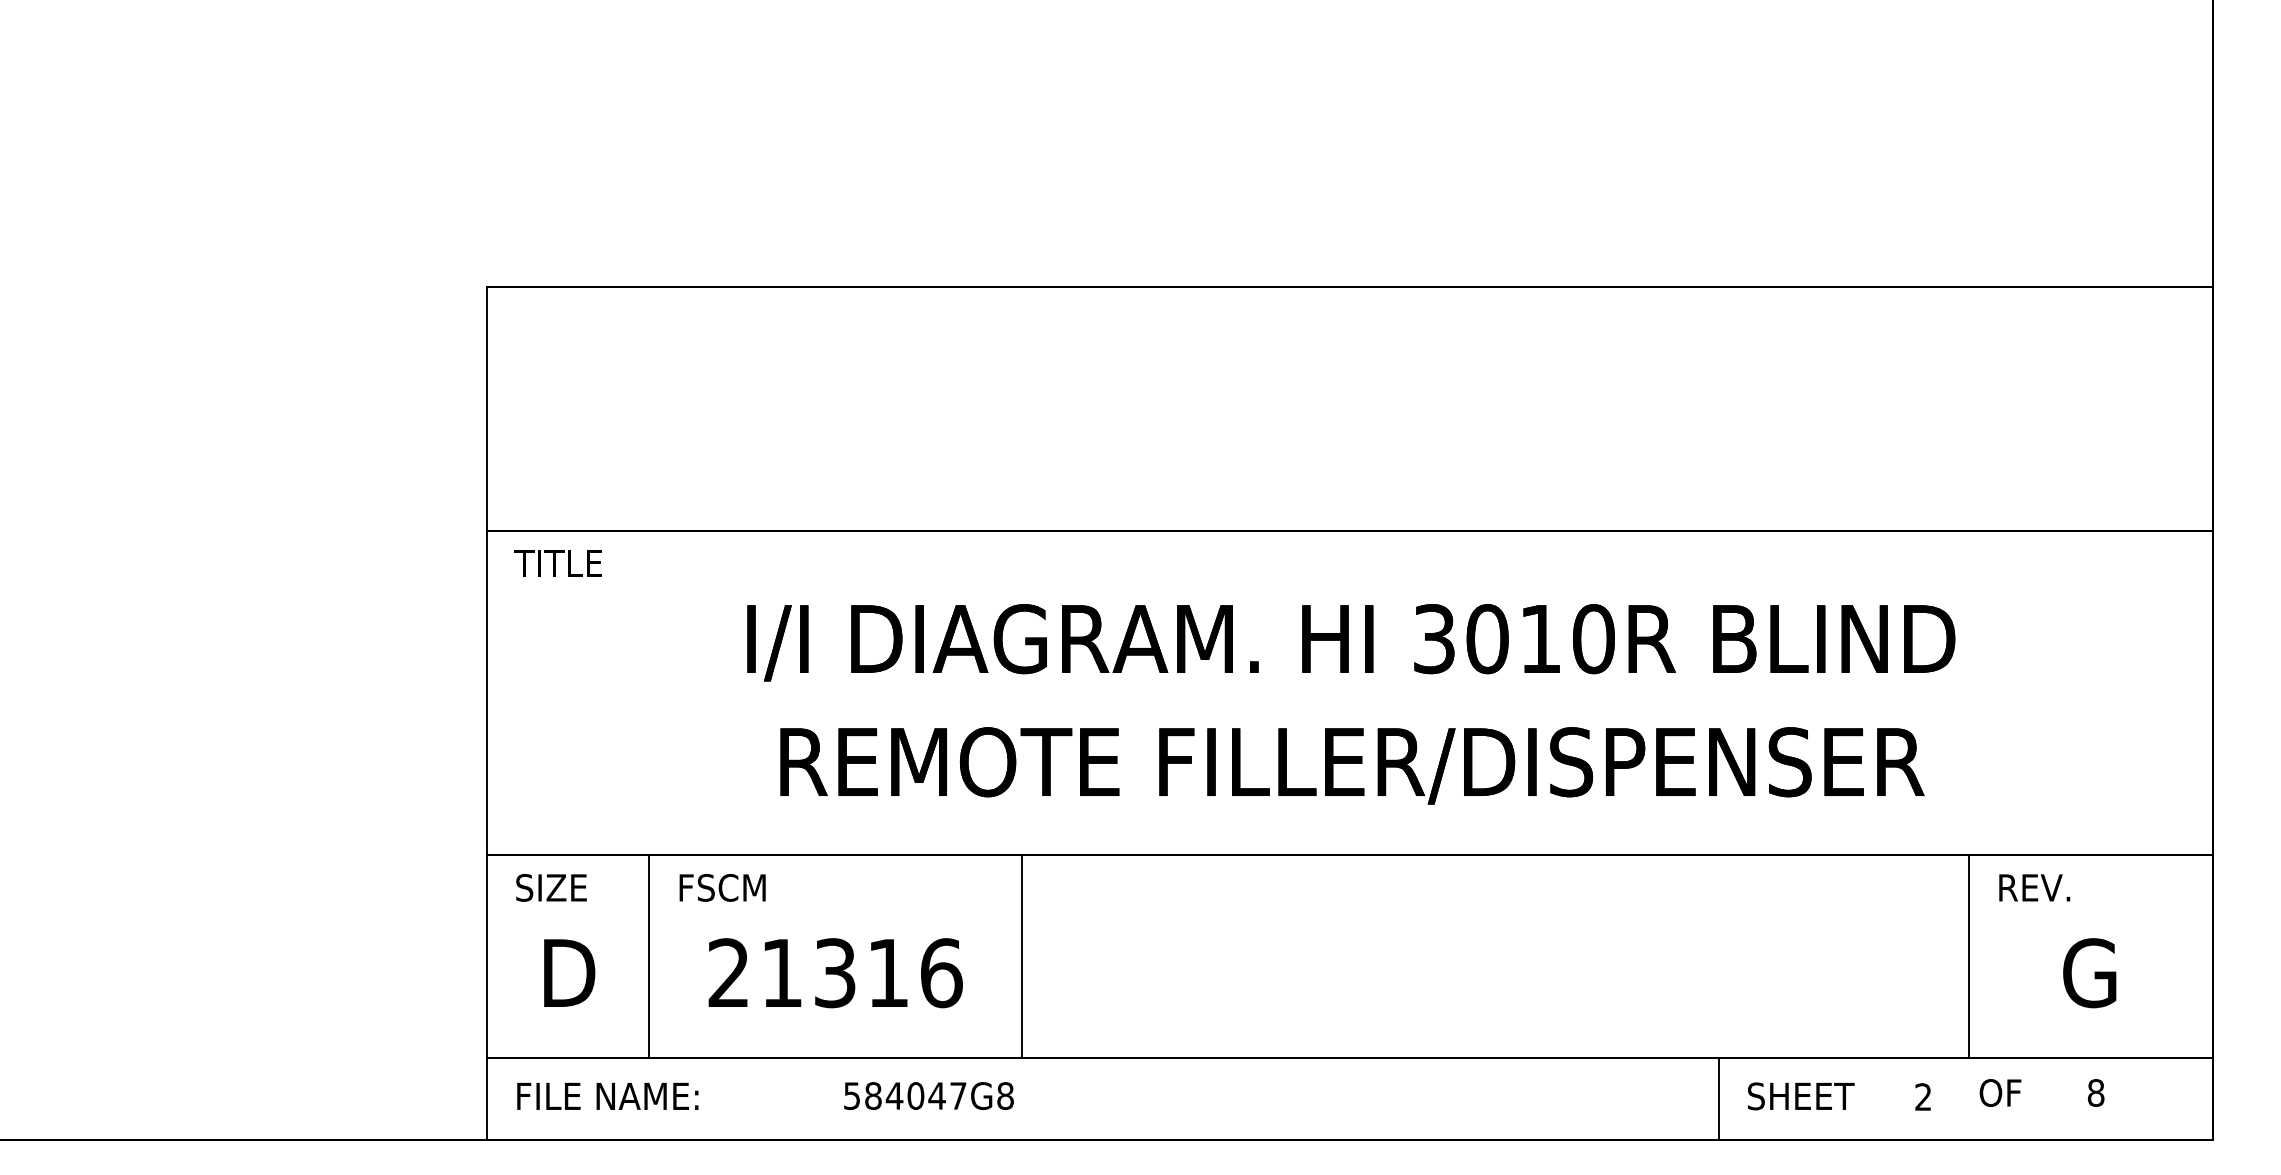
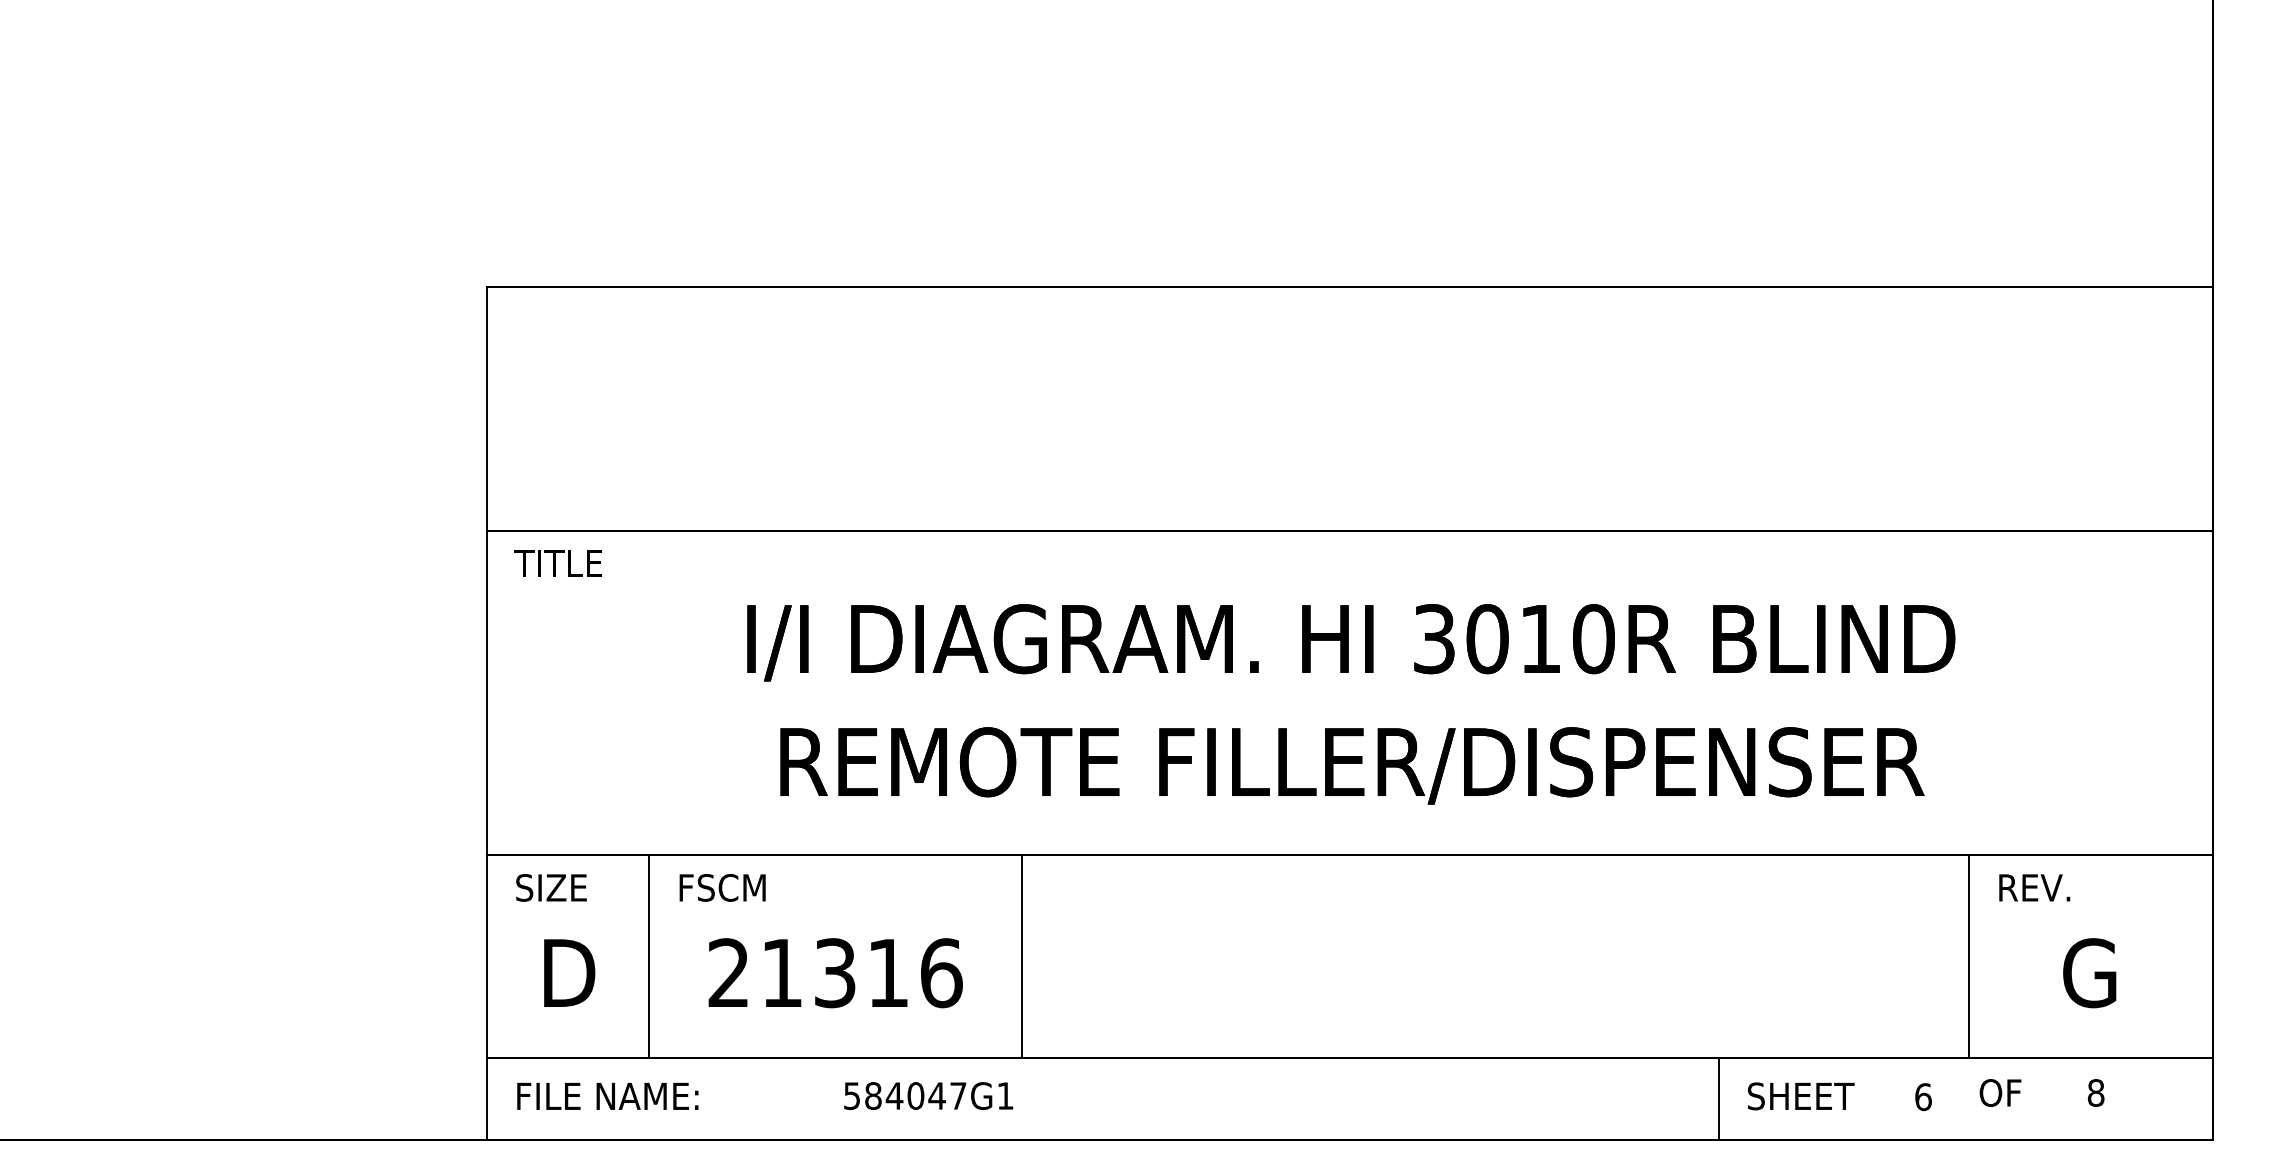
text at (1005, 1095): 584047G8 -> 584047G1
text at (1923, 1097): 2 -> 6
